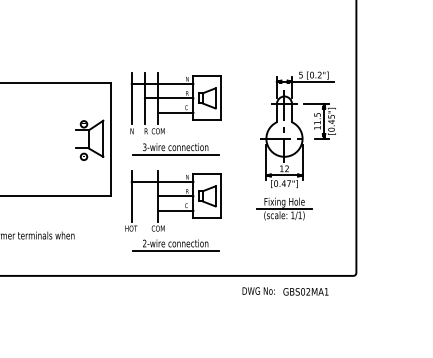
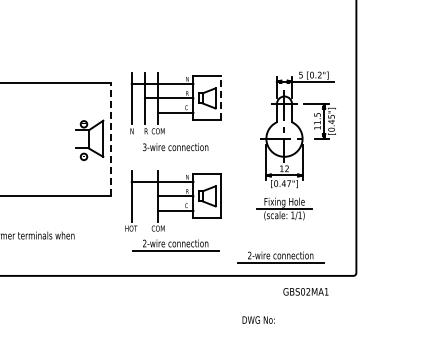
line at (221, 98): solid -> dashed
line at (110, 139): solid -> dashed
line at (175, 155): present -> none
part at (280, 257): none -> present
text at (258, 290) position: (258, 290) -> (258, 319)
